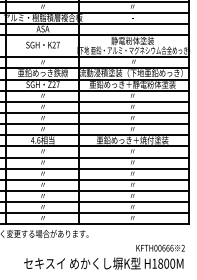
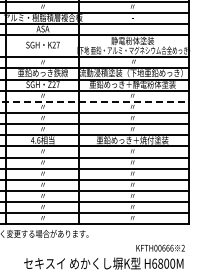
line at (95, 101): solid -> dashed
text at (154, 263): H1800M -> H6800M
